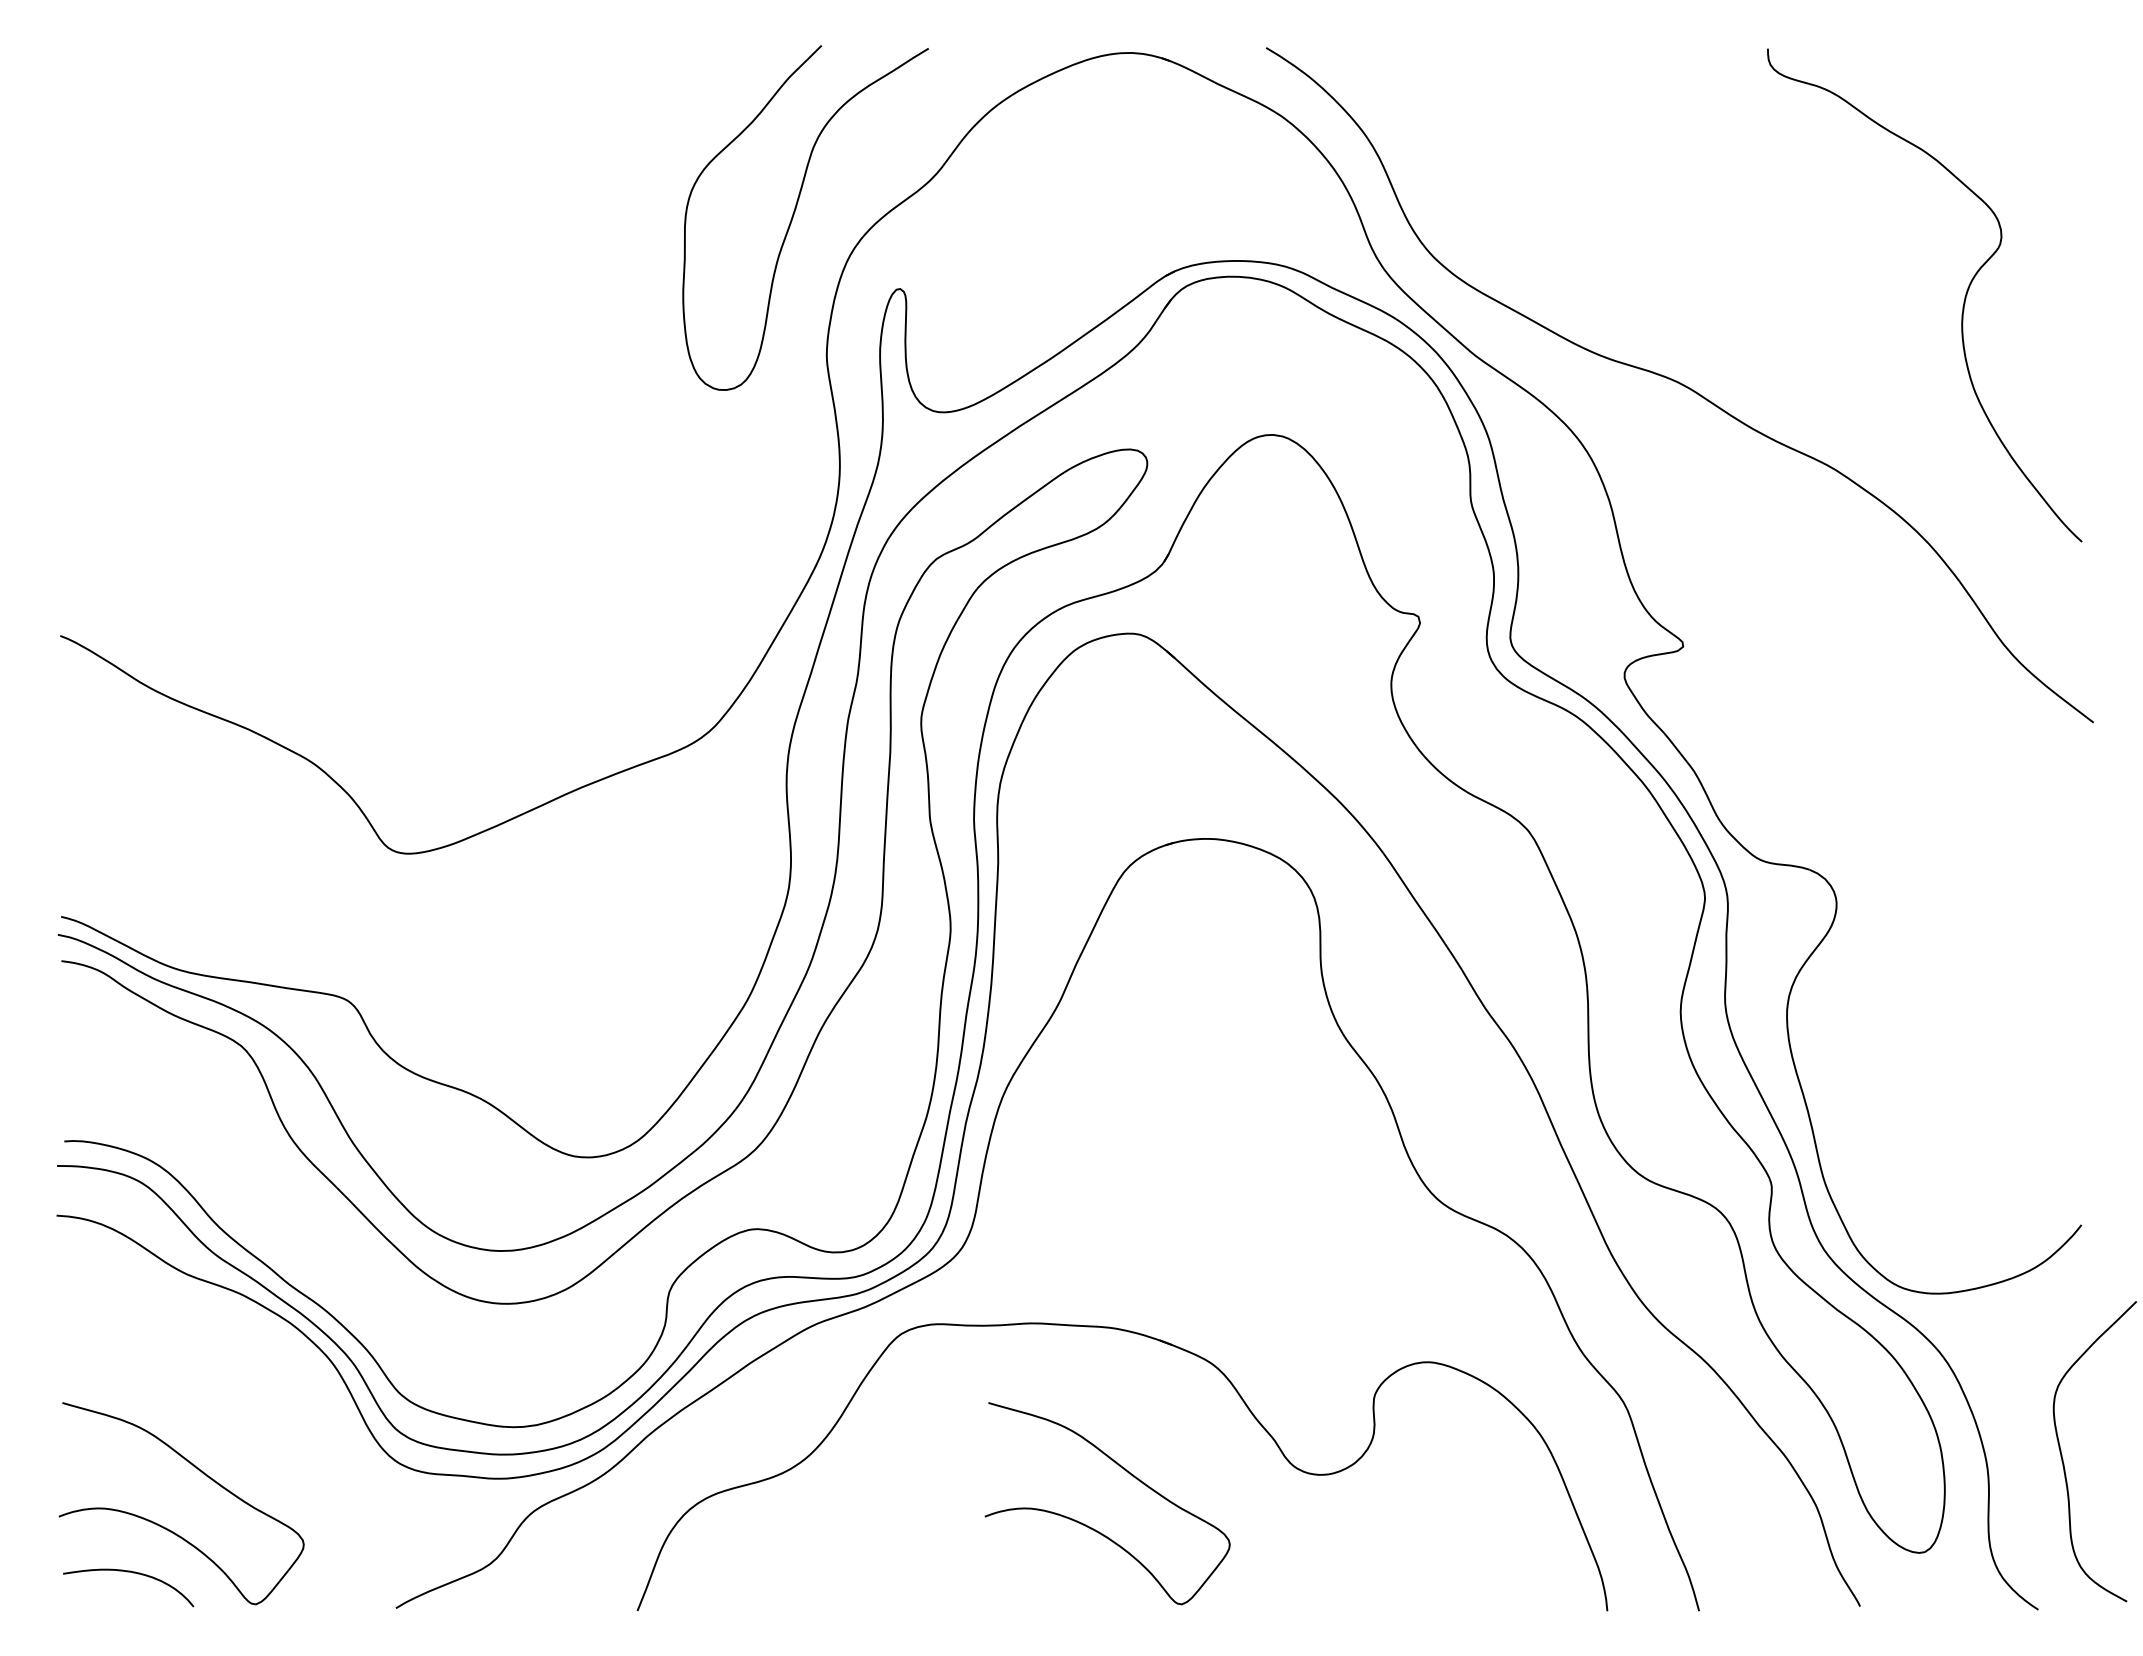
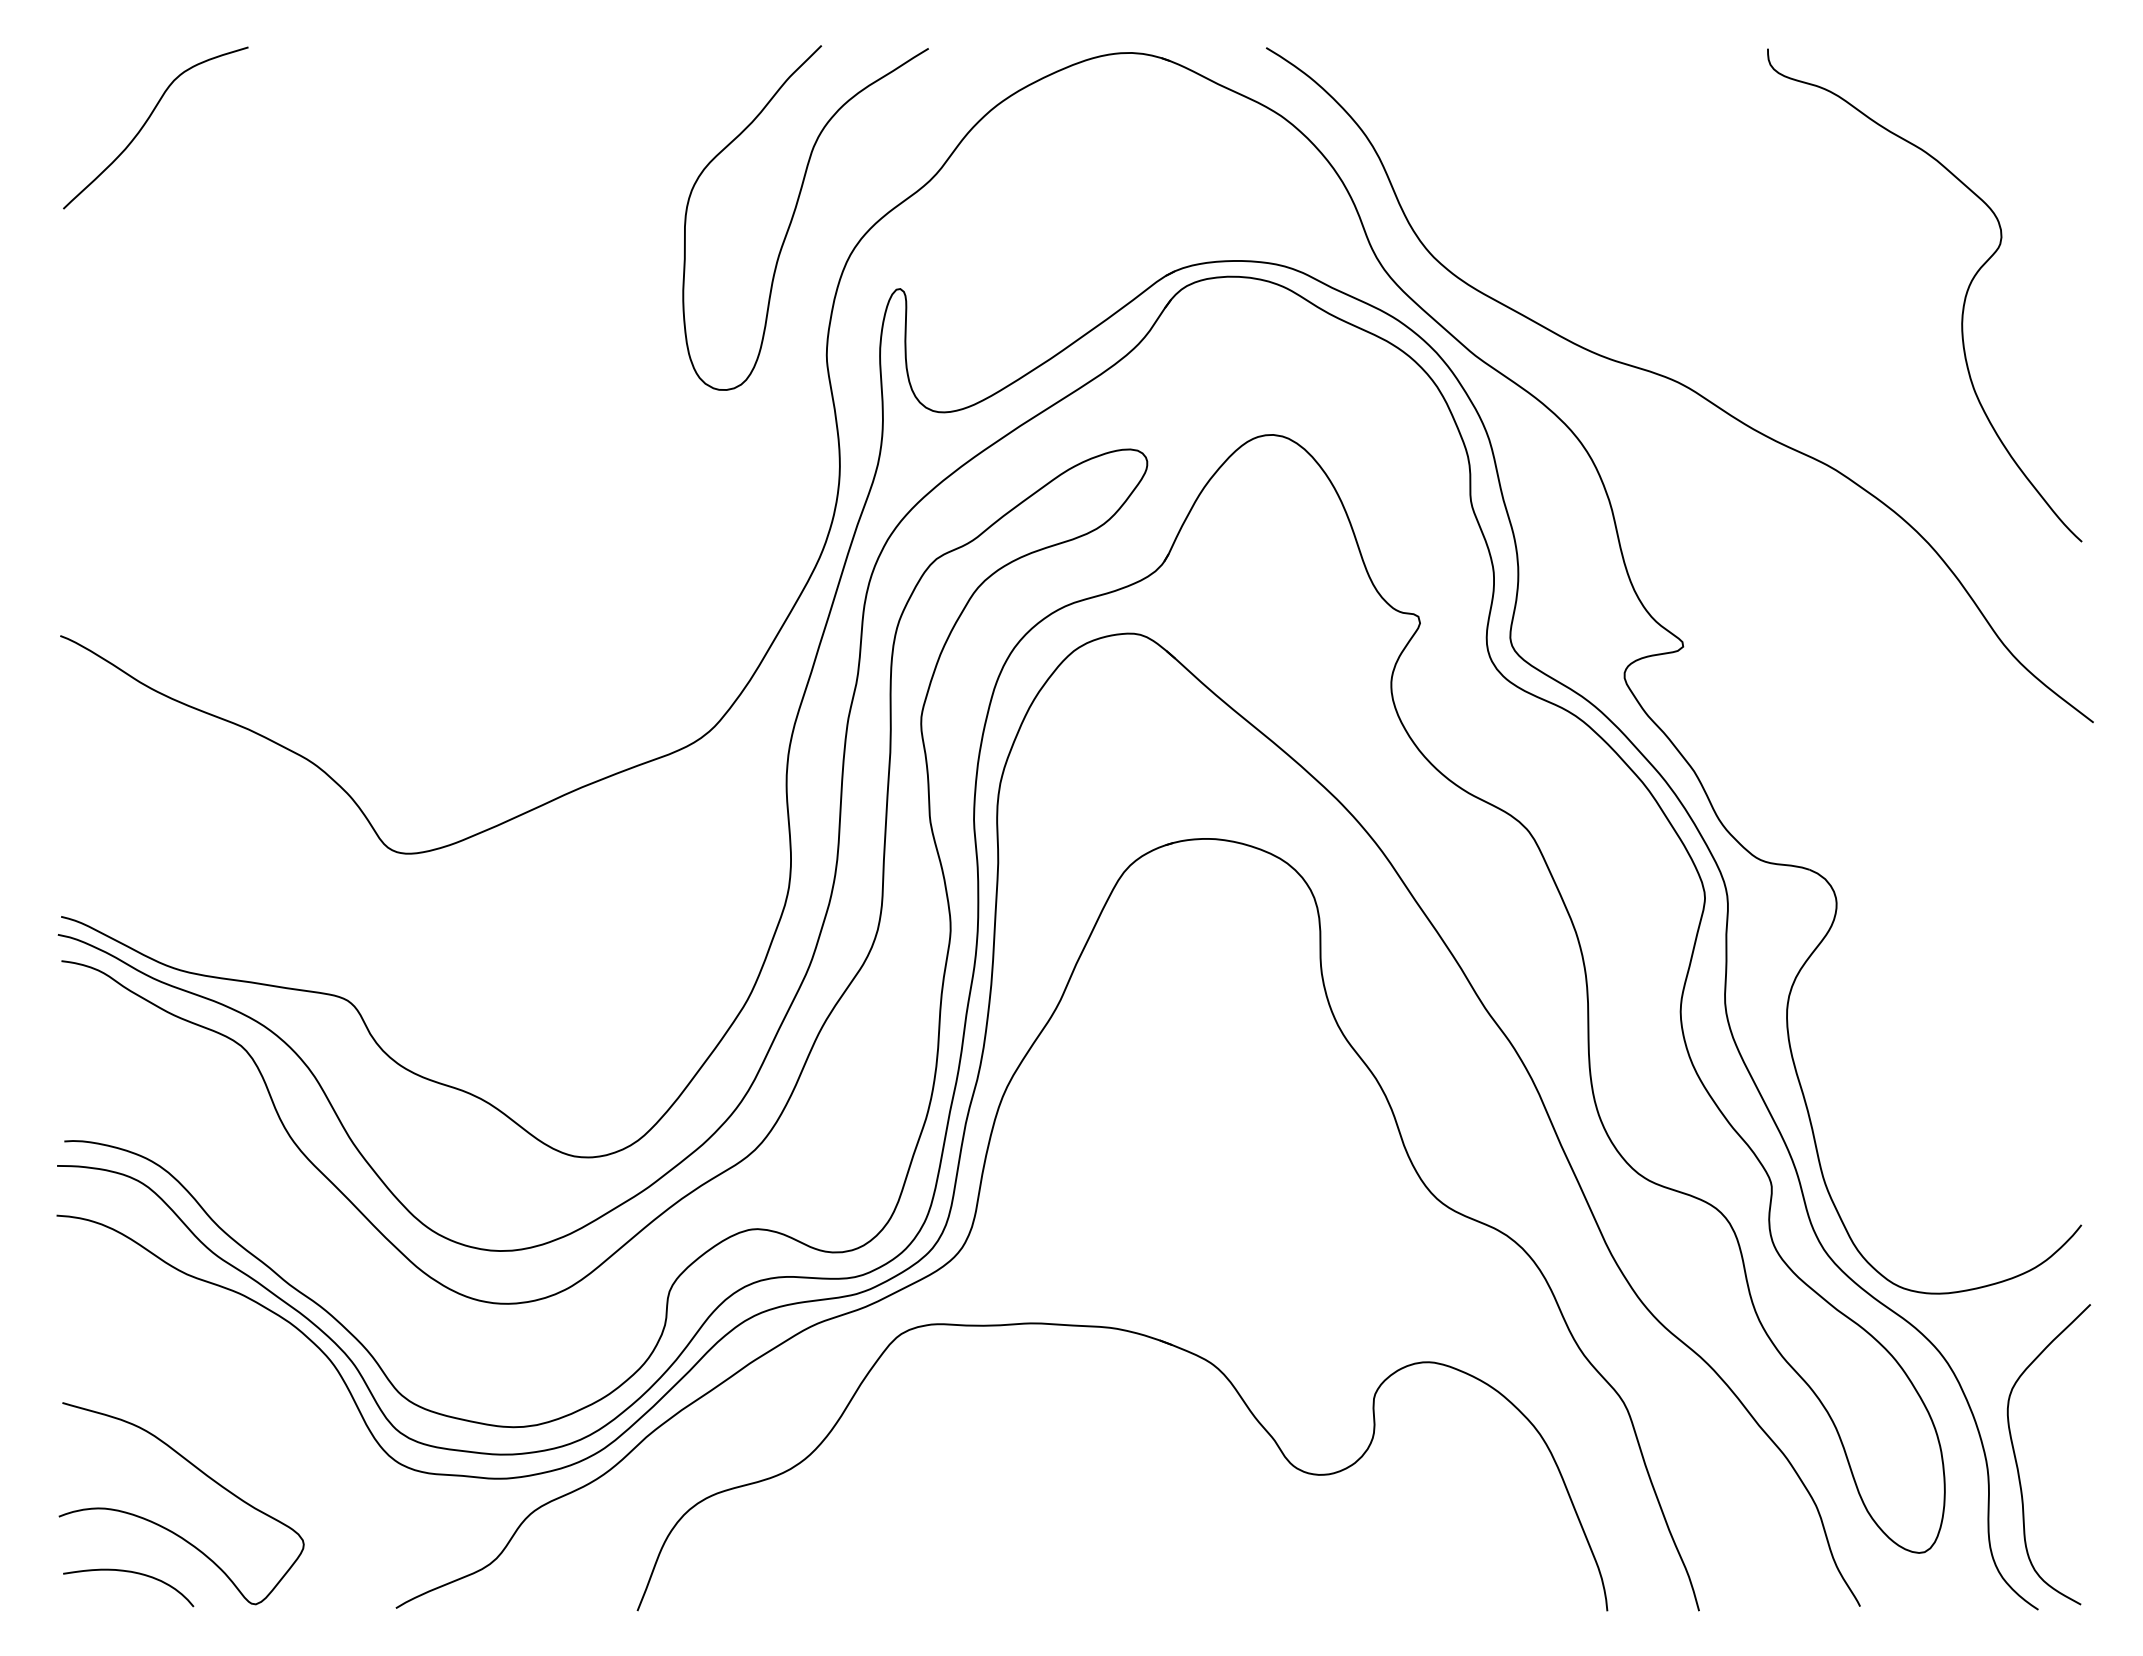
curve at (146, 123): none -> present
curve at (2063, 1459) position: (2063, 1459) -> (2017, 1462)
curve at (1095, 1529): present -> none
